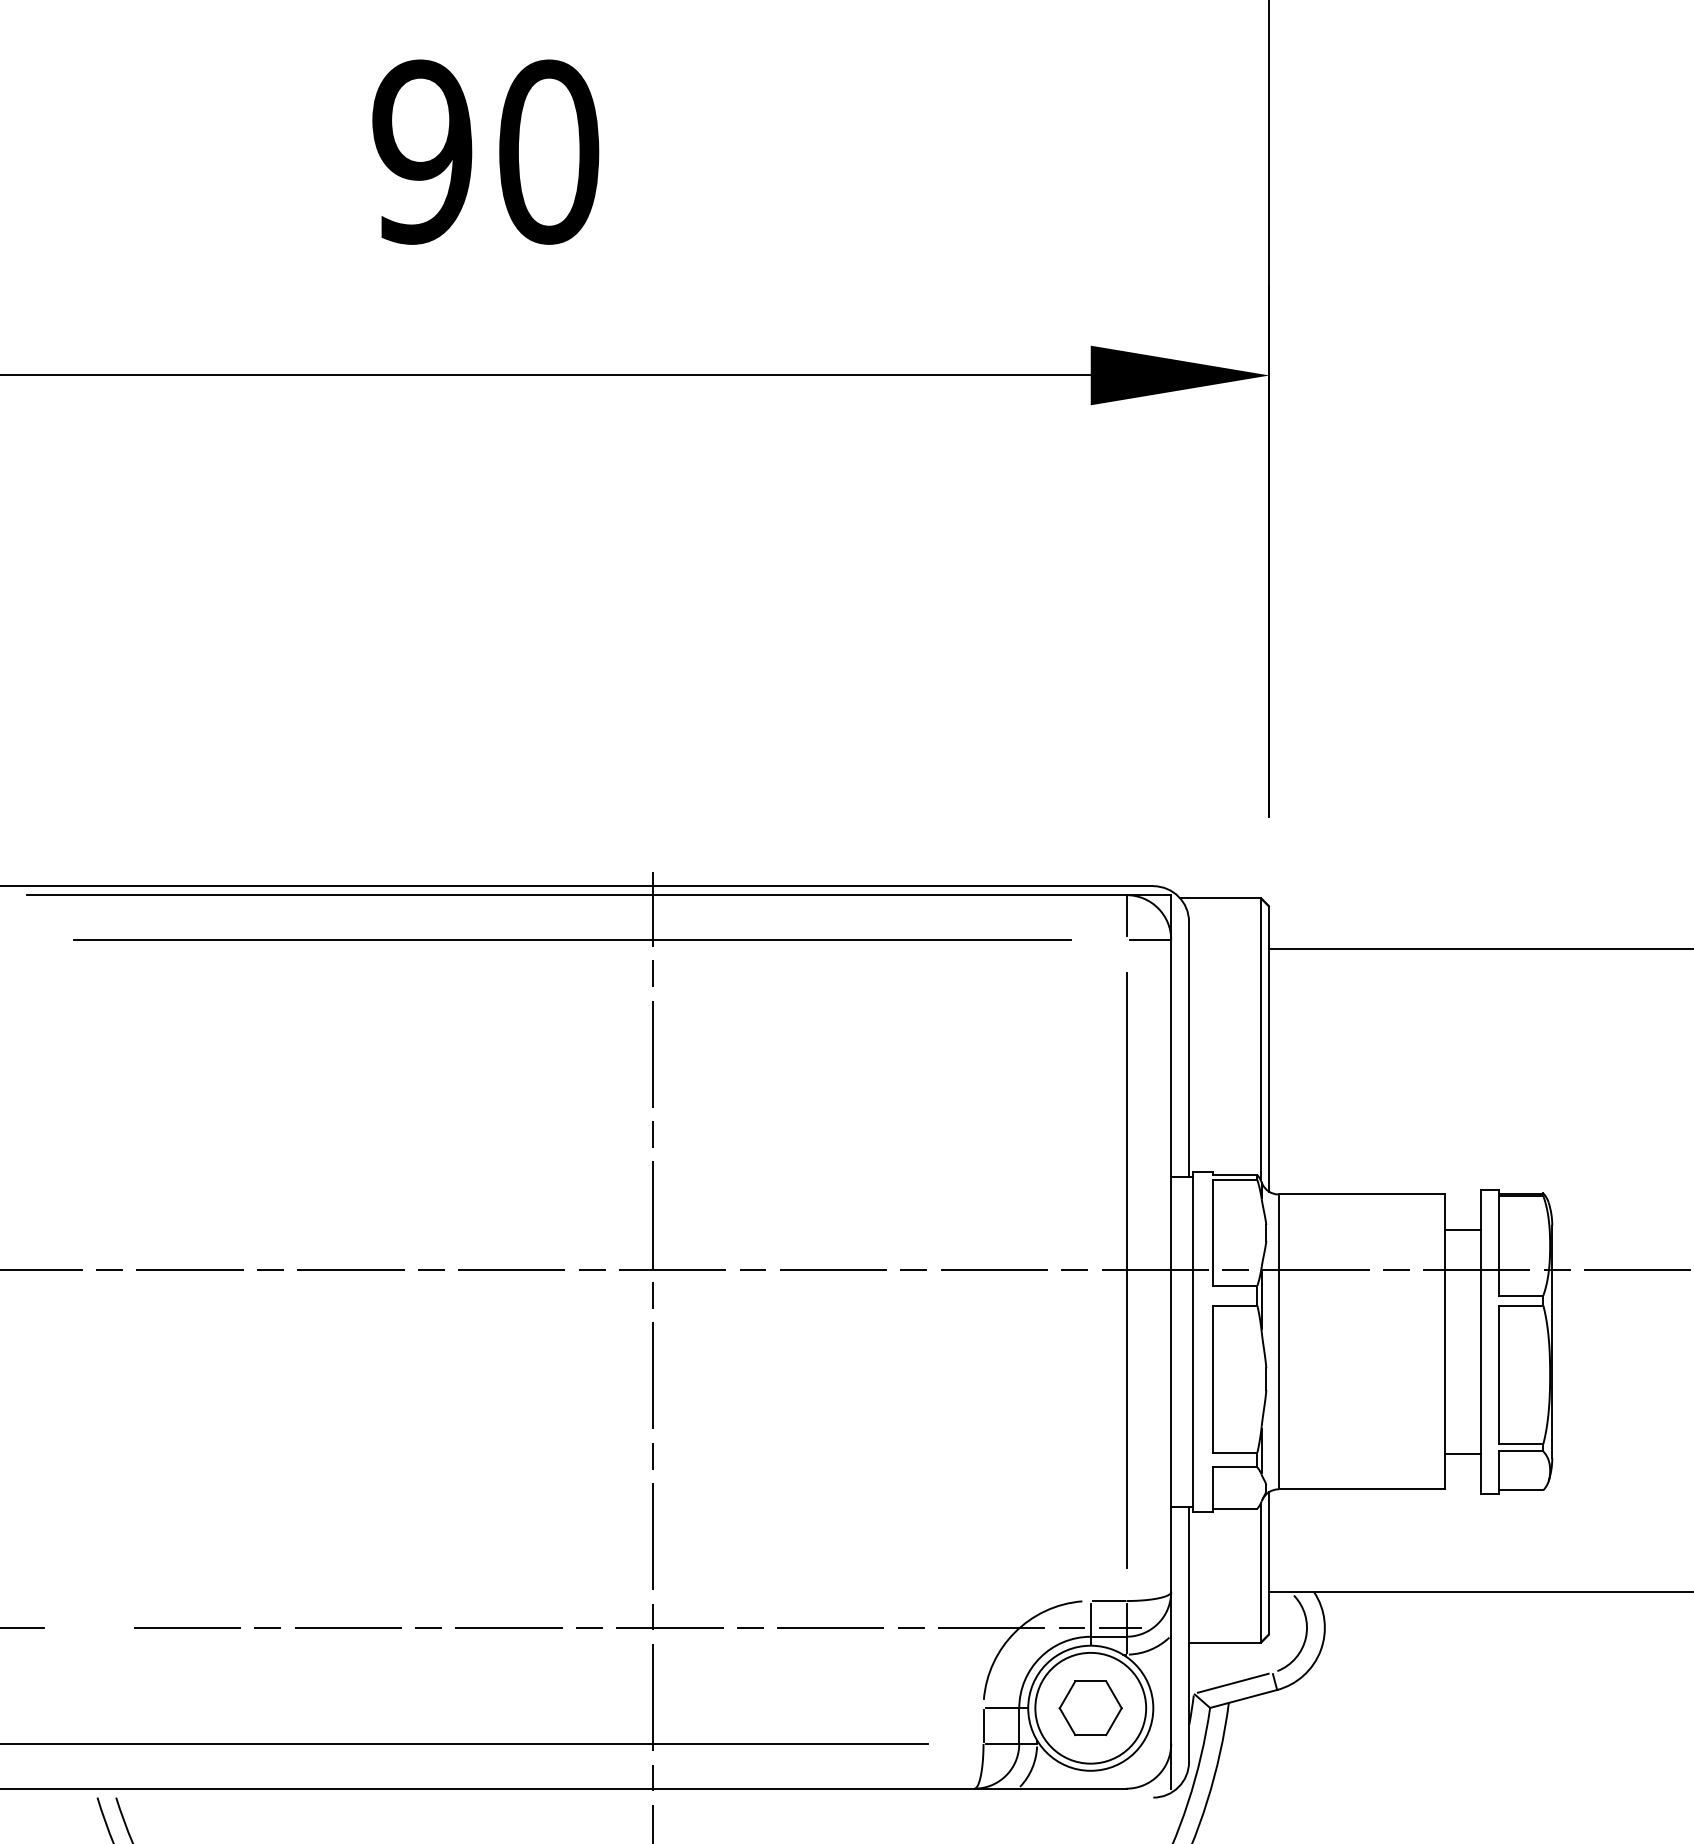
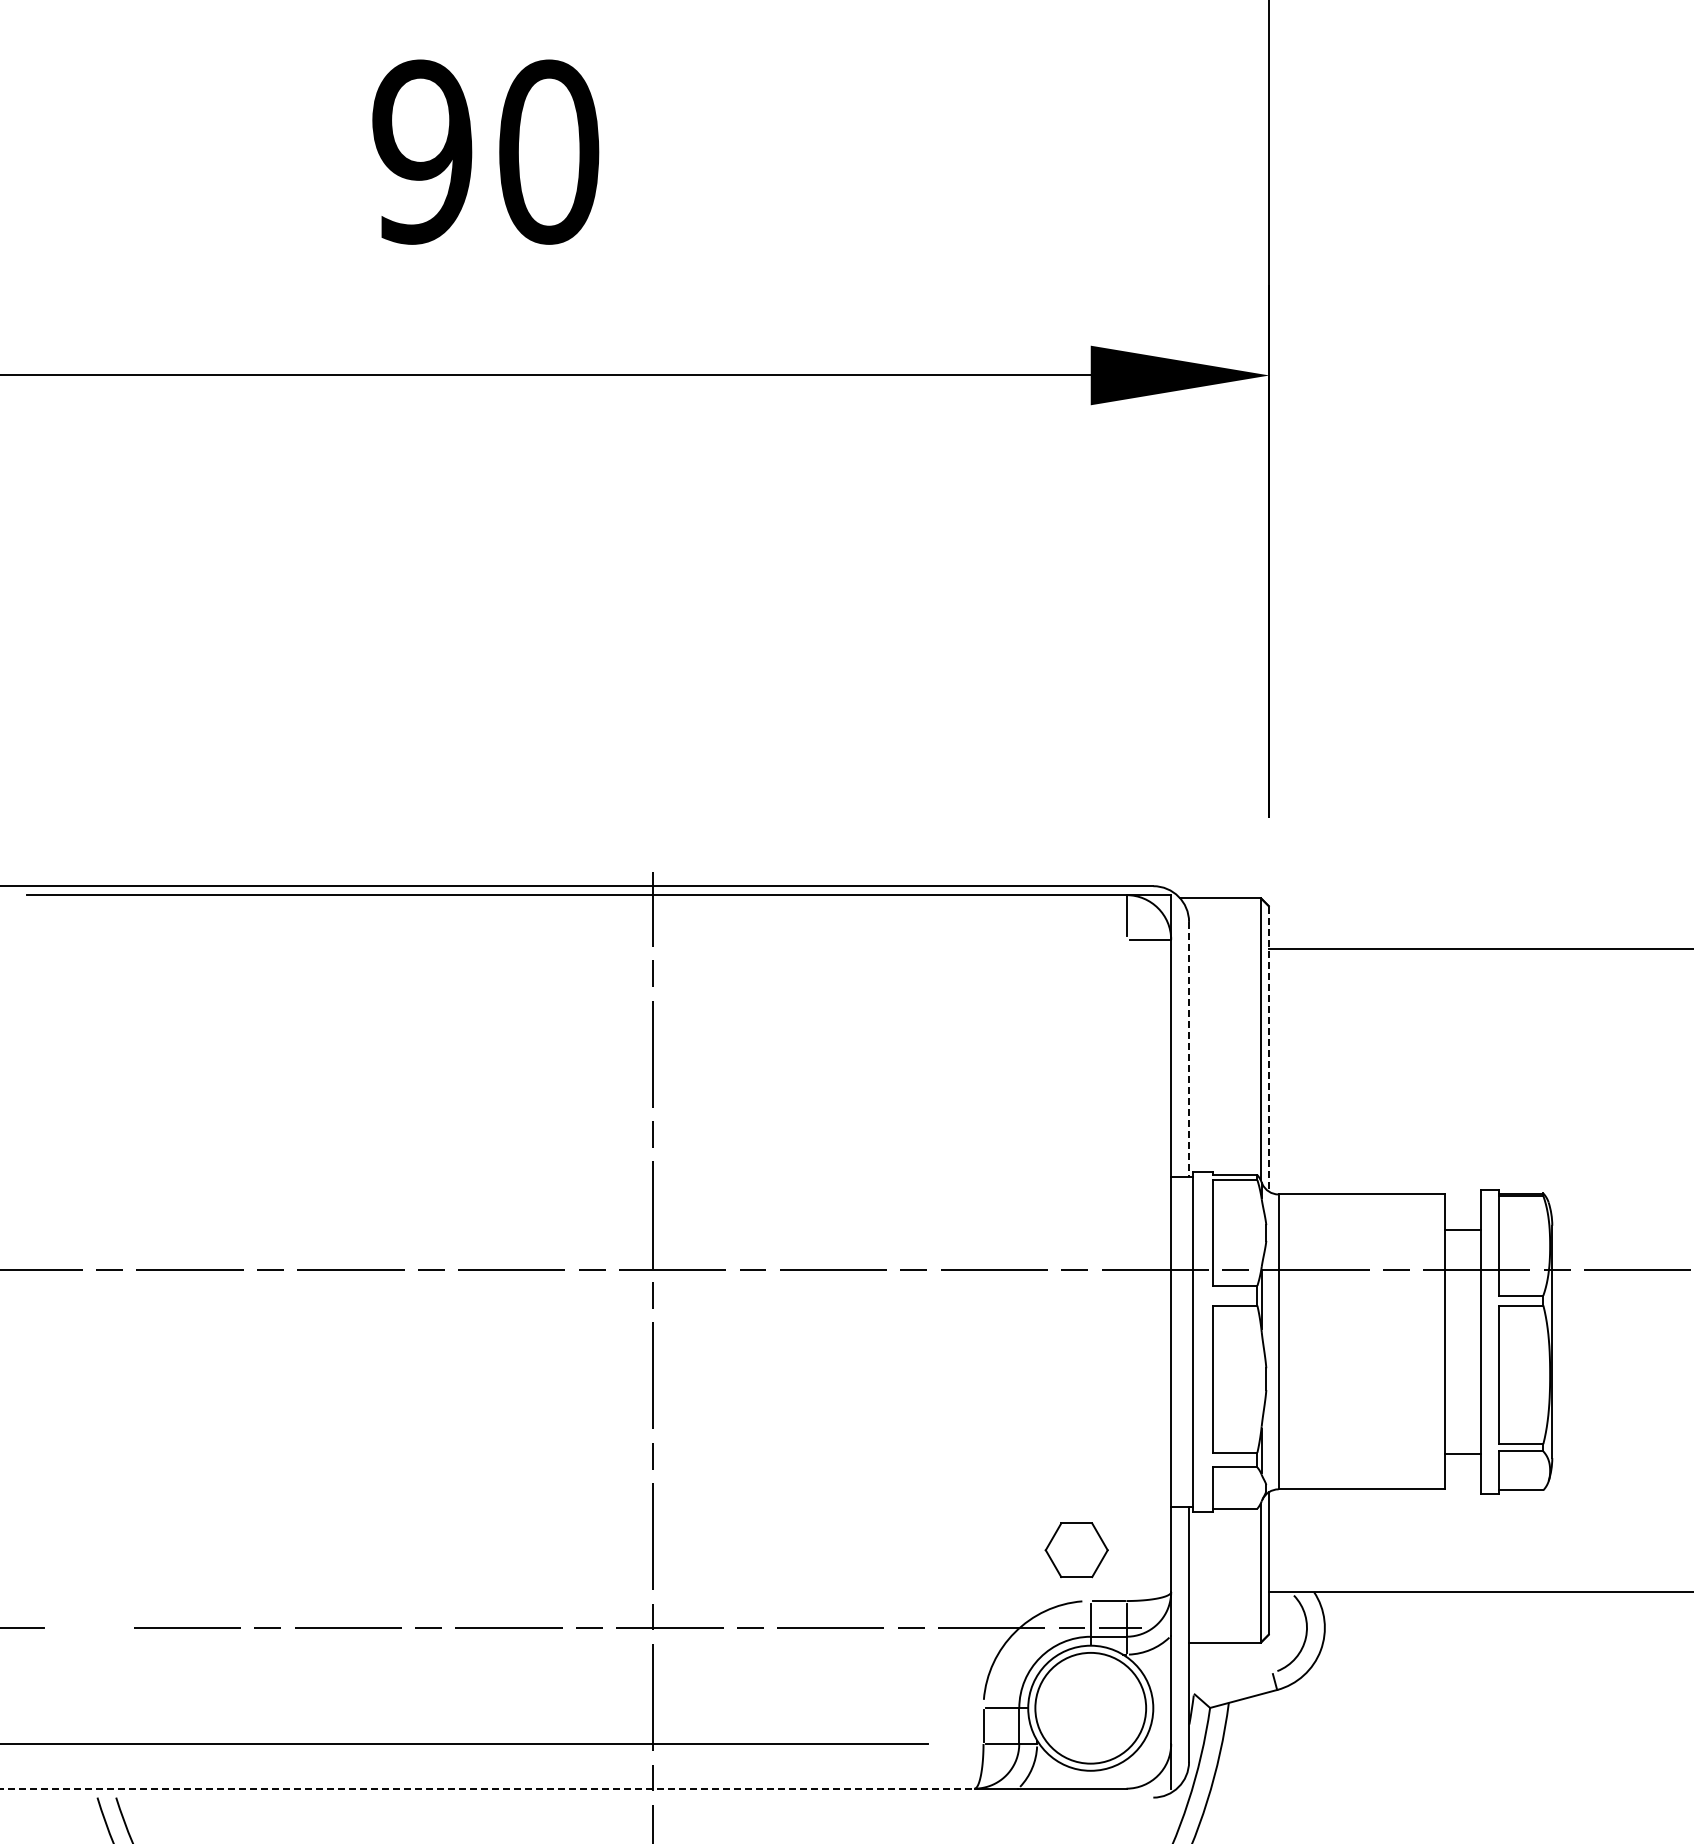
line at (572, 939): present -> none
line at (1189, 1049): solid -> dashed
line at (1269, 1049): solid -> dashed
line at (1126, 1269): present -> none
line at (1232, 1682): present -> none
part at (1090, 1708) position: (1090, 1708) -> (1076, 1550)
line at (488, 1788): solid -> dashed
